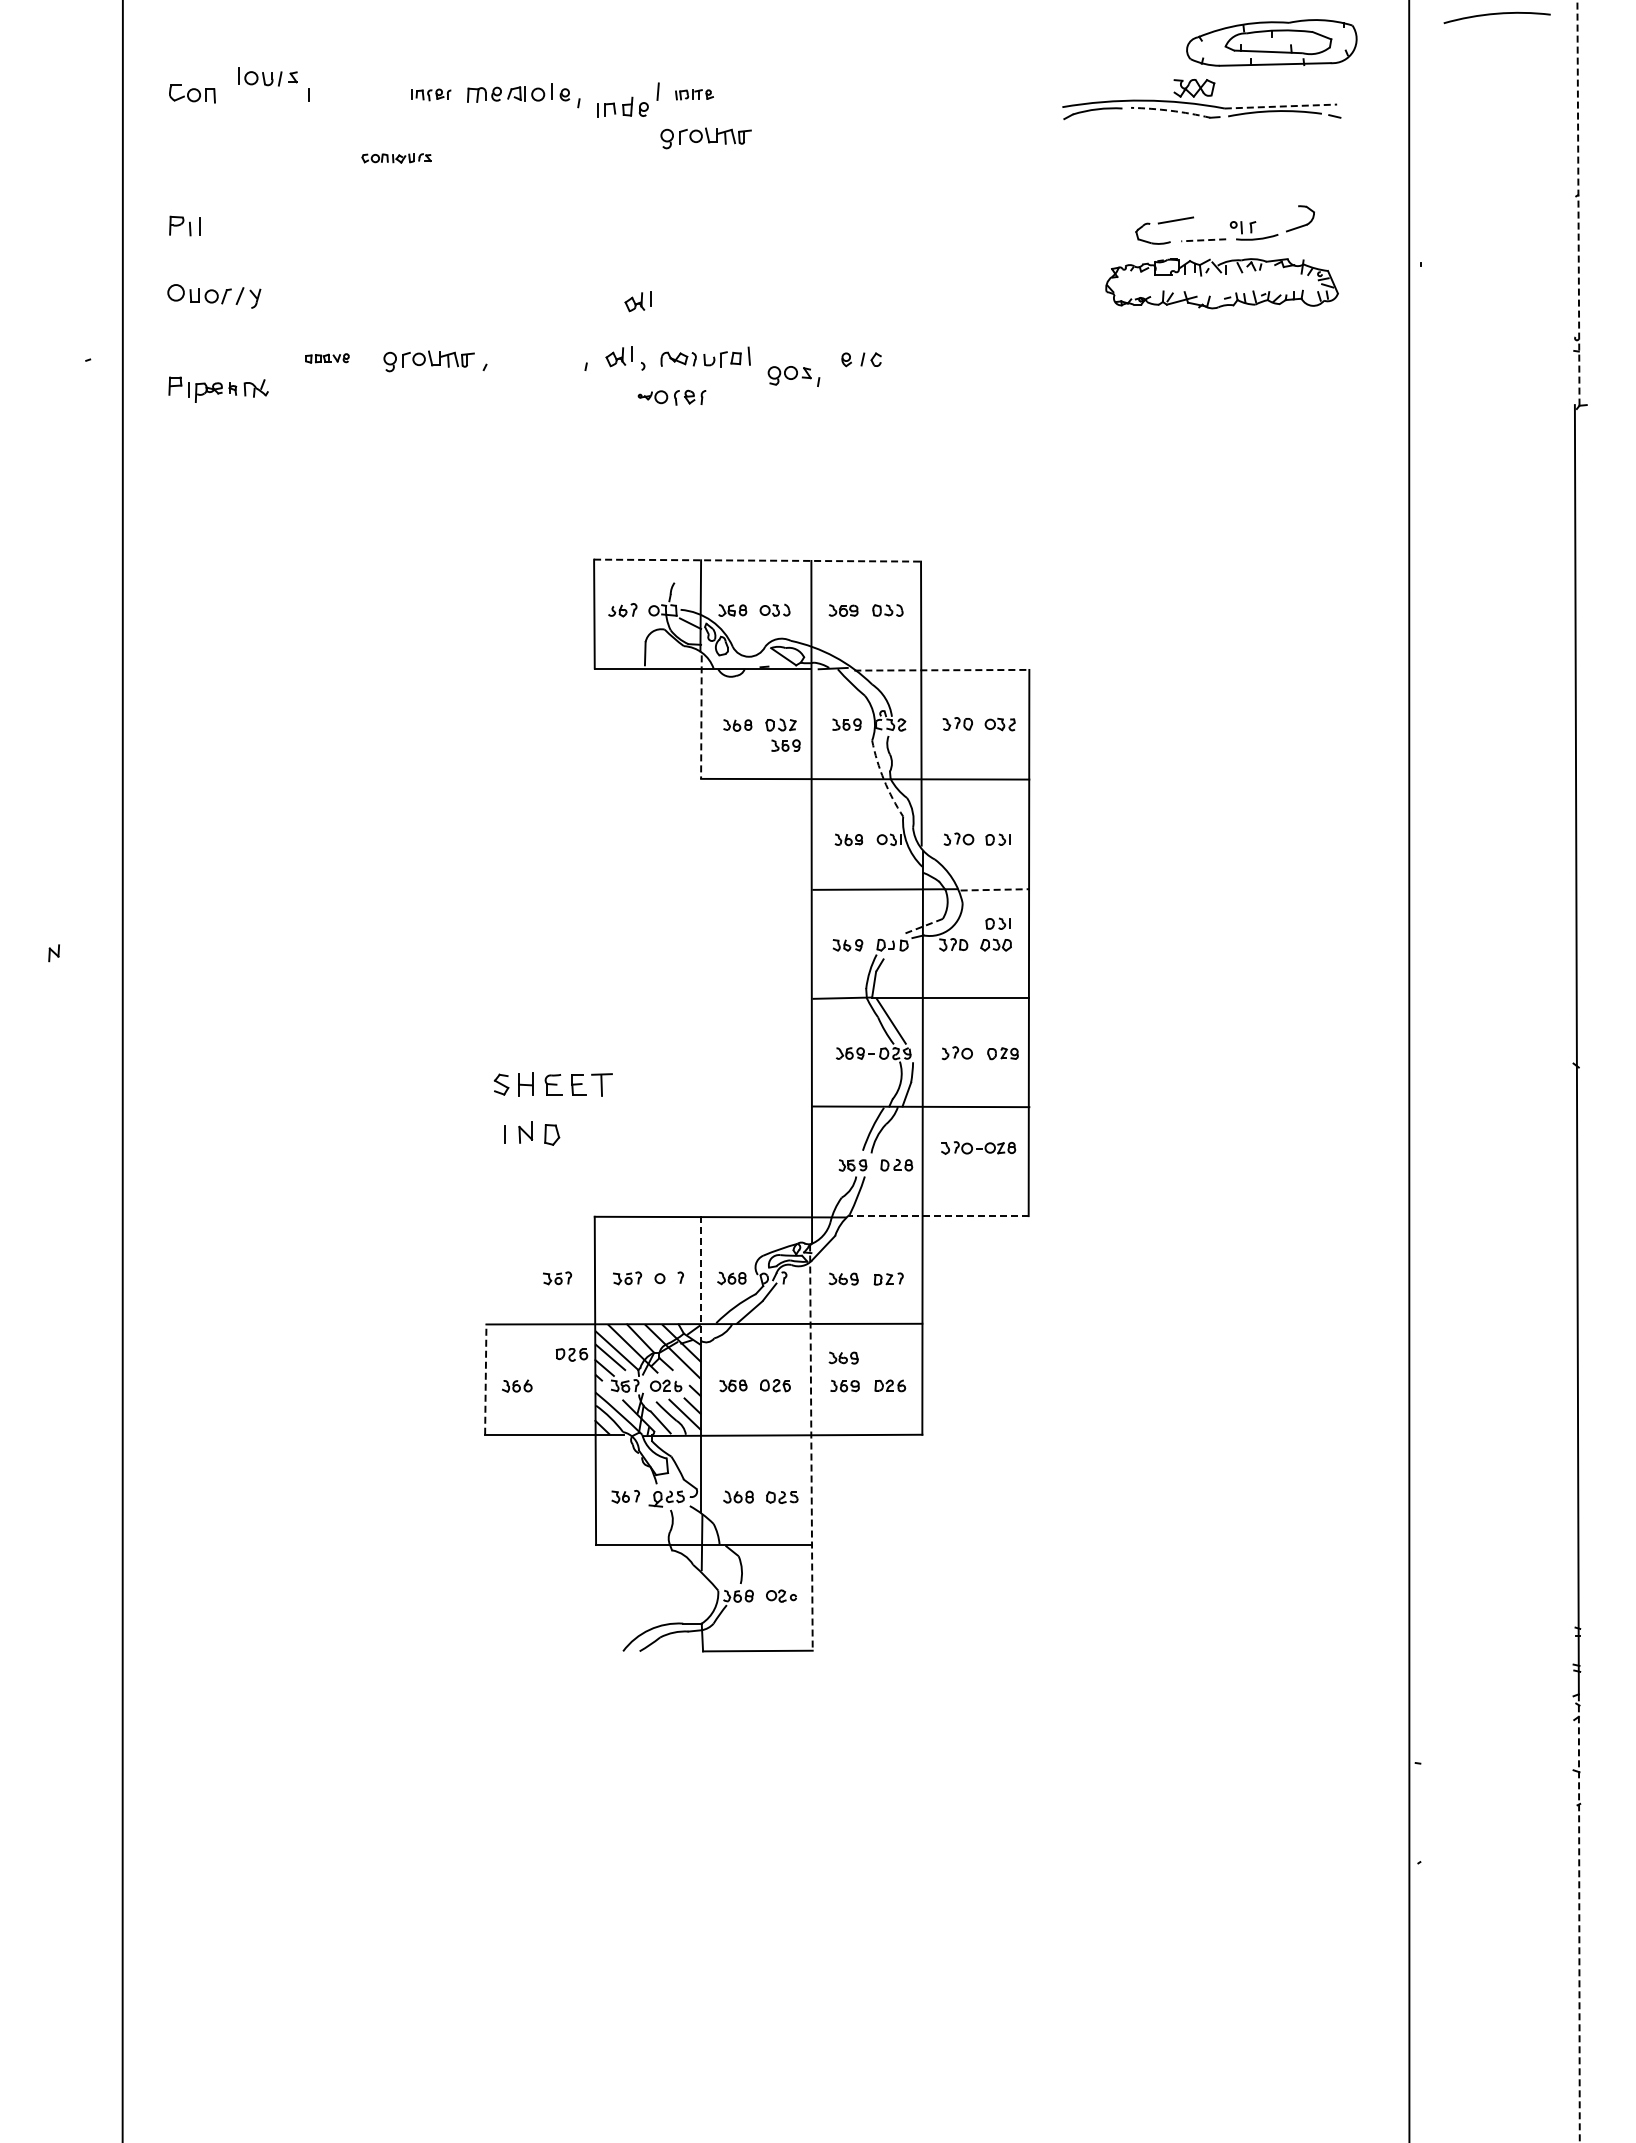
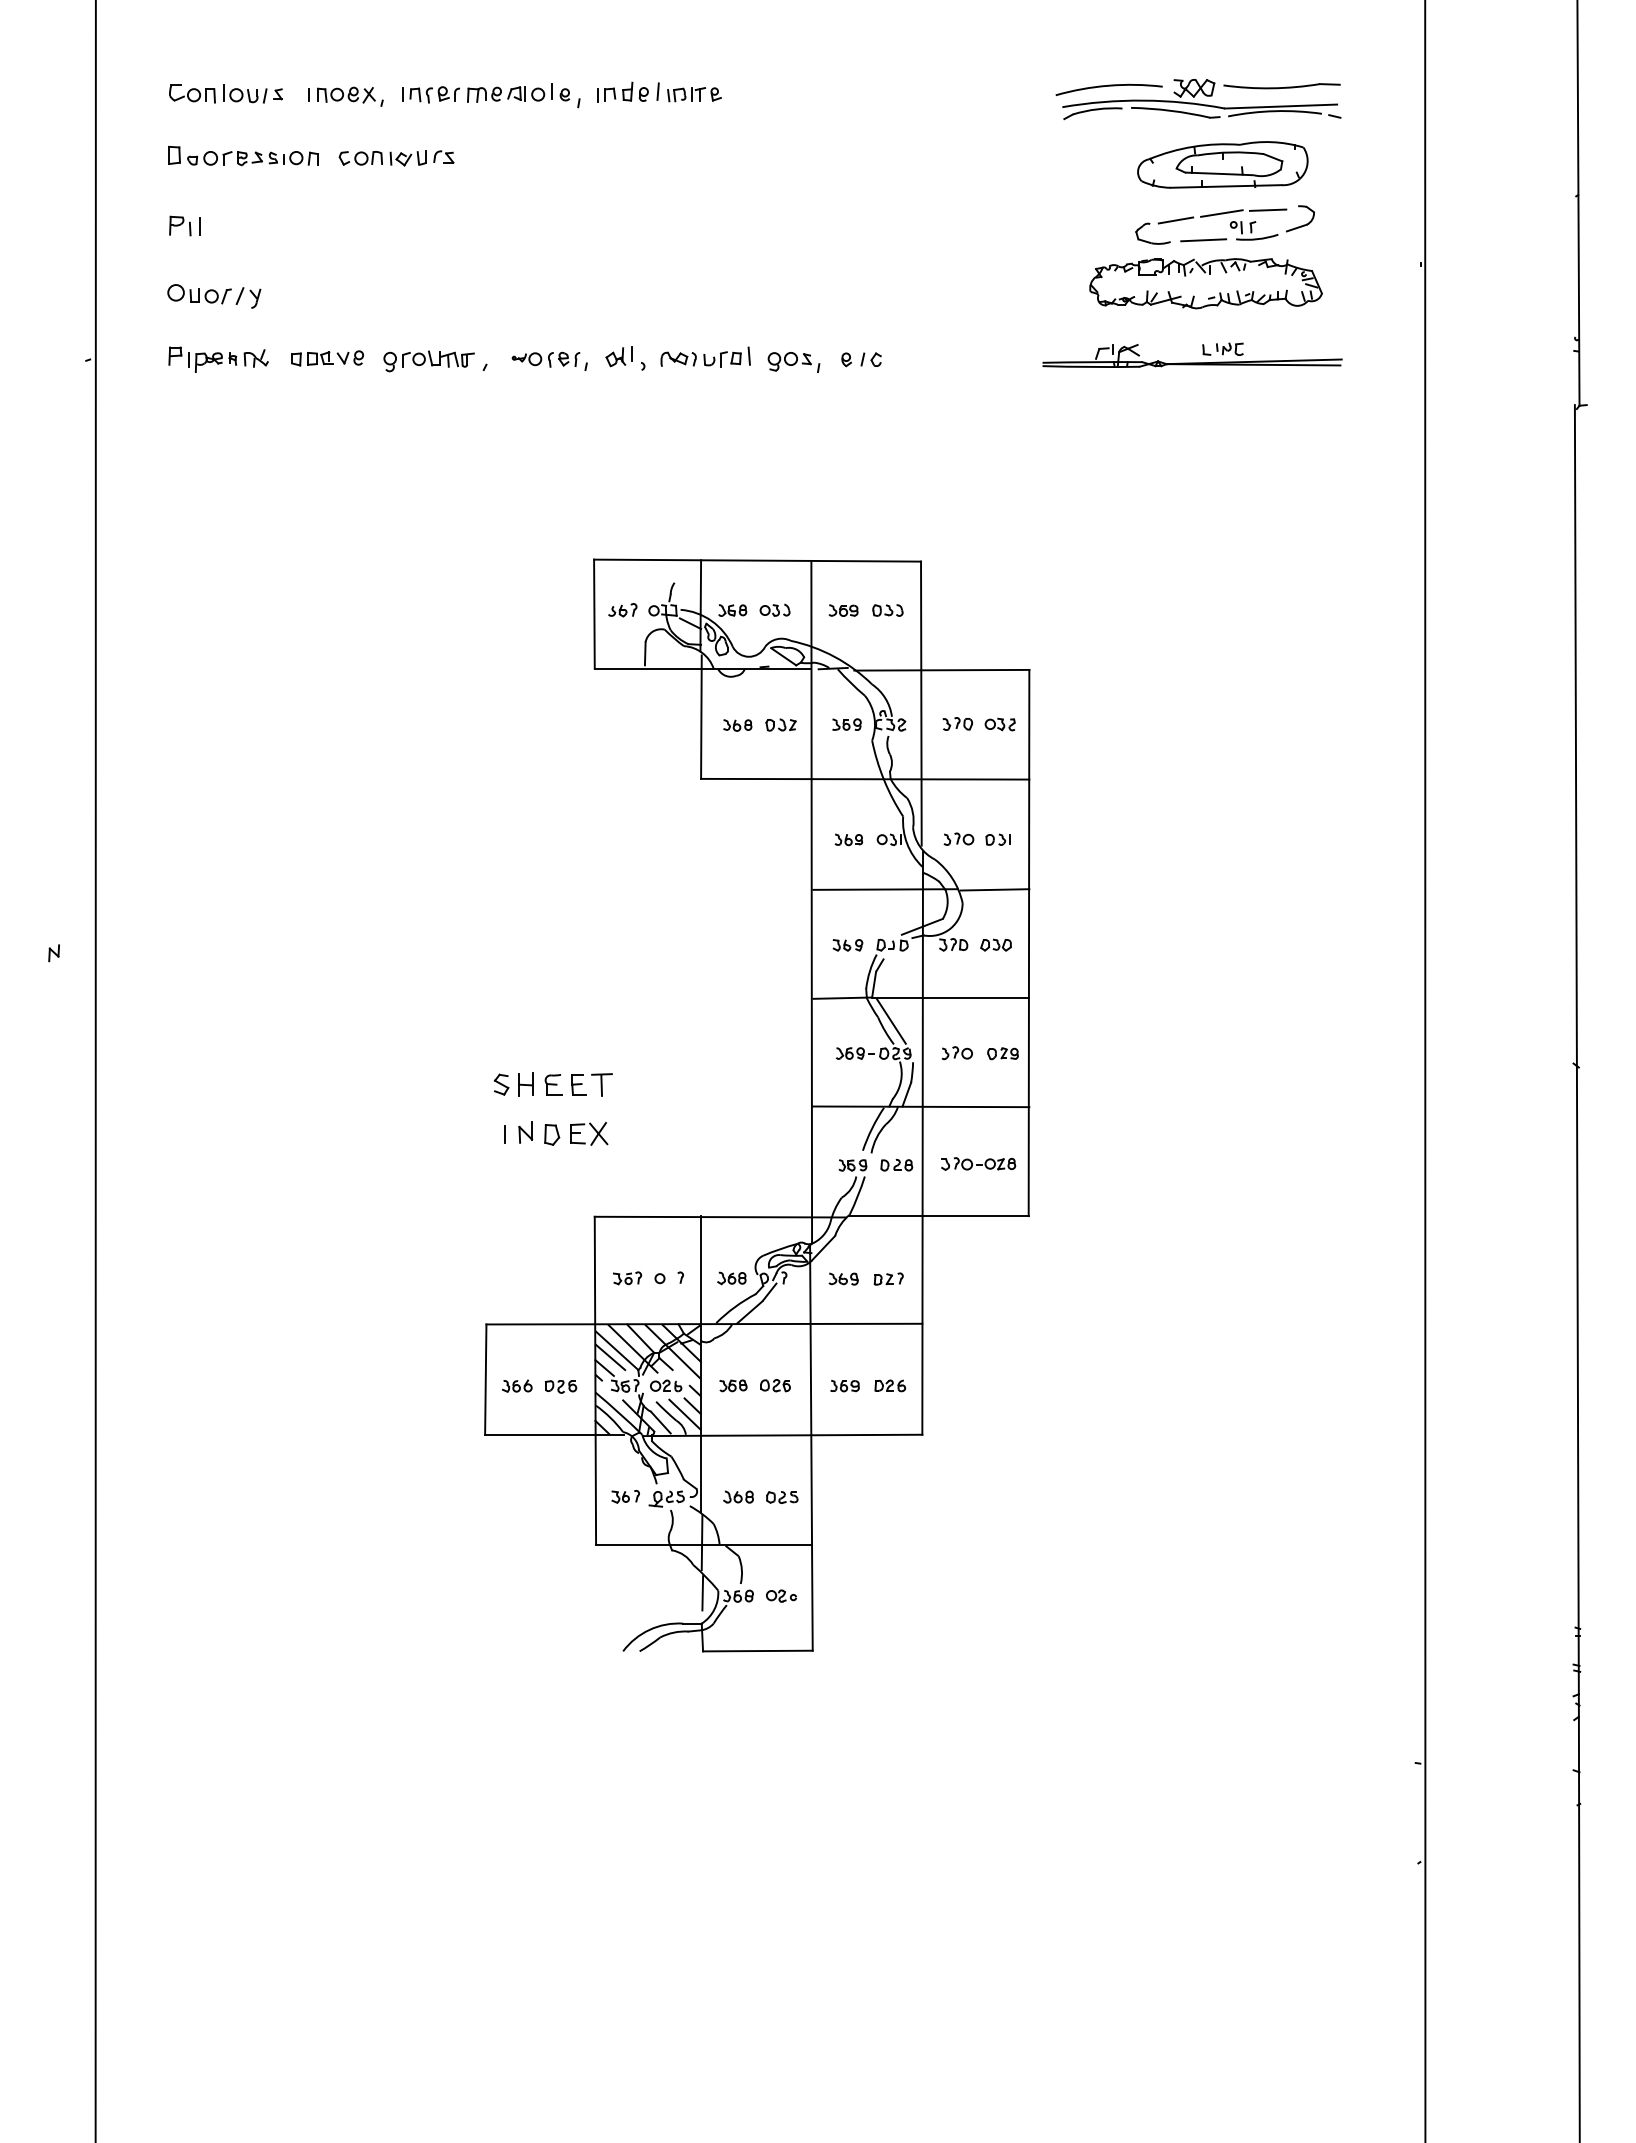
arc at (1496, 14) position: (1496, 14) -> (1108, 86)
part at (1271, 42) position: (1271, 42) -> (1222, 164)
part at (267, 76) position: (267, 76) -> (252, 93)
part at (1281, 86): none -> present
part at (431, 94) size: 41x14 px -> 58x18 px
part at (694, 94) size: 39x12 px -> 55x16 px
part at (350, 96): none -> present
part at (622, 106) position: (622, 106) -> (622, 91)
line at (1281, 106): dashed -> solid
arc at (1170, 110): dashed -> solid
part at (705, 138): present -> none
part at (243, 155): none -> present
part at (396, 158) size: 71x11 px -> 117x17 px
line at (1578, 202): dashed -> solid
line at (1267, 209): none -> present
line at (1221, 213): none -> present
line at (1203, 240): dashed -> solid
part at (1221, 283) position: (1221, 283) -> (1205, 283)
part at (637, 301): present -> none
part at (327, 358) size: 45x11 px -> 73x17 px
part at (1192, 362): none -> present
part at (793, 376) position: (793, 376) -> (793, 362)
part at (218, 389) position: (218, 389) -> (218, 359)
part at (671, 397) position: (671, 397) -> (545, 359)
line at (758, 560): dashed -> solid
line at (941, 670): dashed -> solid
line at (701, 717): dashed -> solid
part at (785, 745): present -> none
arc at (884, 780): dashed -> solid
line at (995, 889): dashed -> solid
part at (997, 923): present -> none
line at (922, 926): dashed -> solid
line at (122, 1070) position: (122, 1070) -> (95, 1070)
line at (1409, 1070) position: (1409, 1070) -> (1425, 1070)
part at (589, 1133): none -> present
part at (978, 1147) position: (978, 1147) -> (978, 1163)
line at (938, 1216): dashed -> solid
part at (557, 1278): present -> none
line at (701, 1279): dashed -> solid
part at (571, 1354) position: (571, 1354) -> (560, 1386)
part at (843, 1357): present -> none
line at (485, 1379): dashed -> solid
line at (811, 1448): dashed -> solid
line at (702, 1593): none -> present
line at (1579, 1918): dashed -> solid
